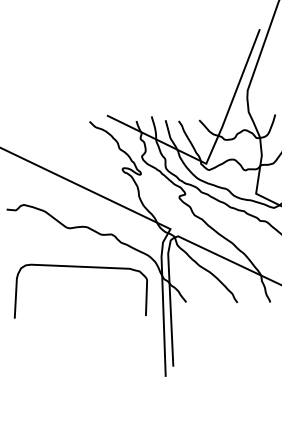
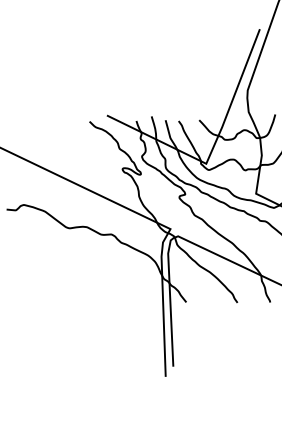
curve at (80, 267): present -> none
